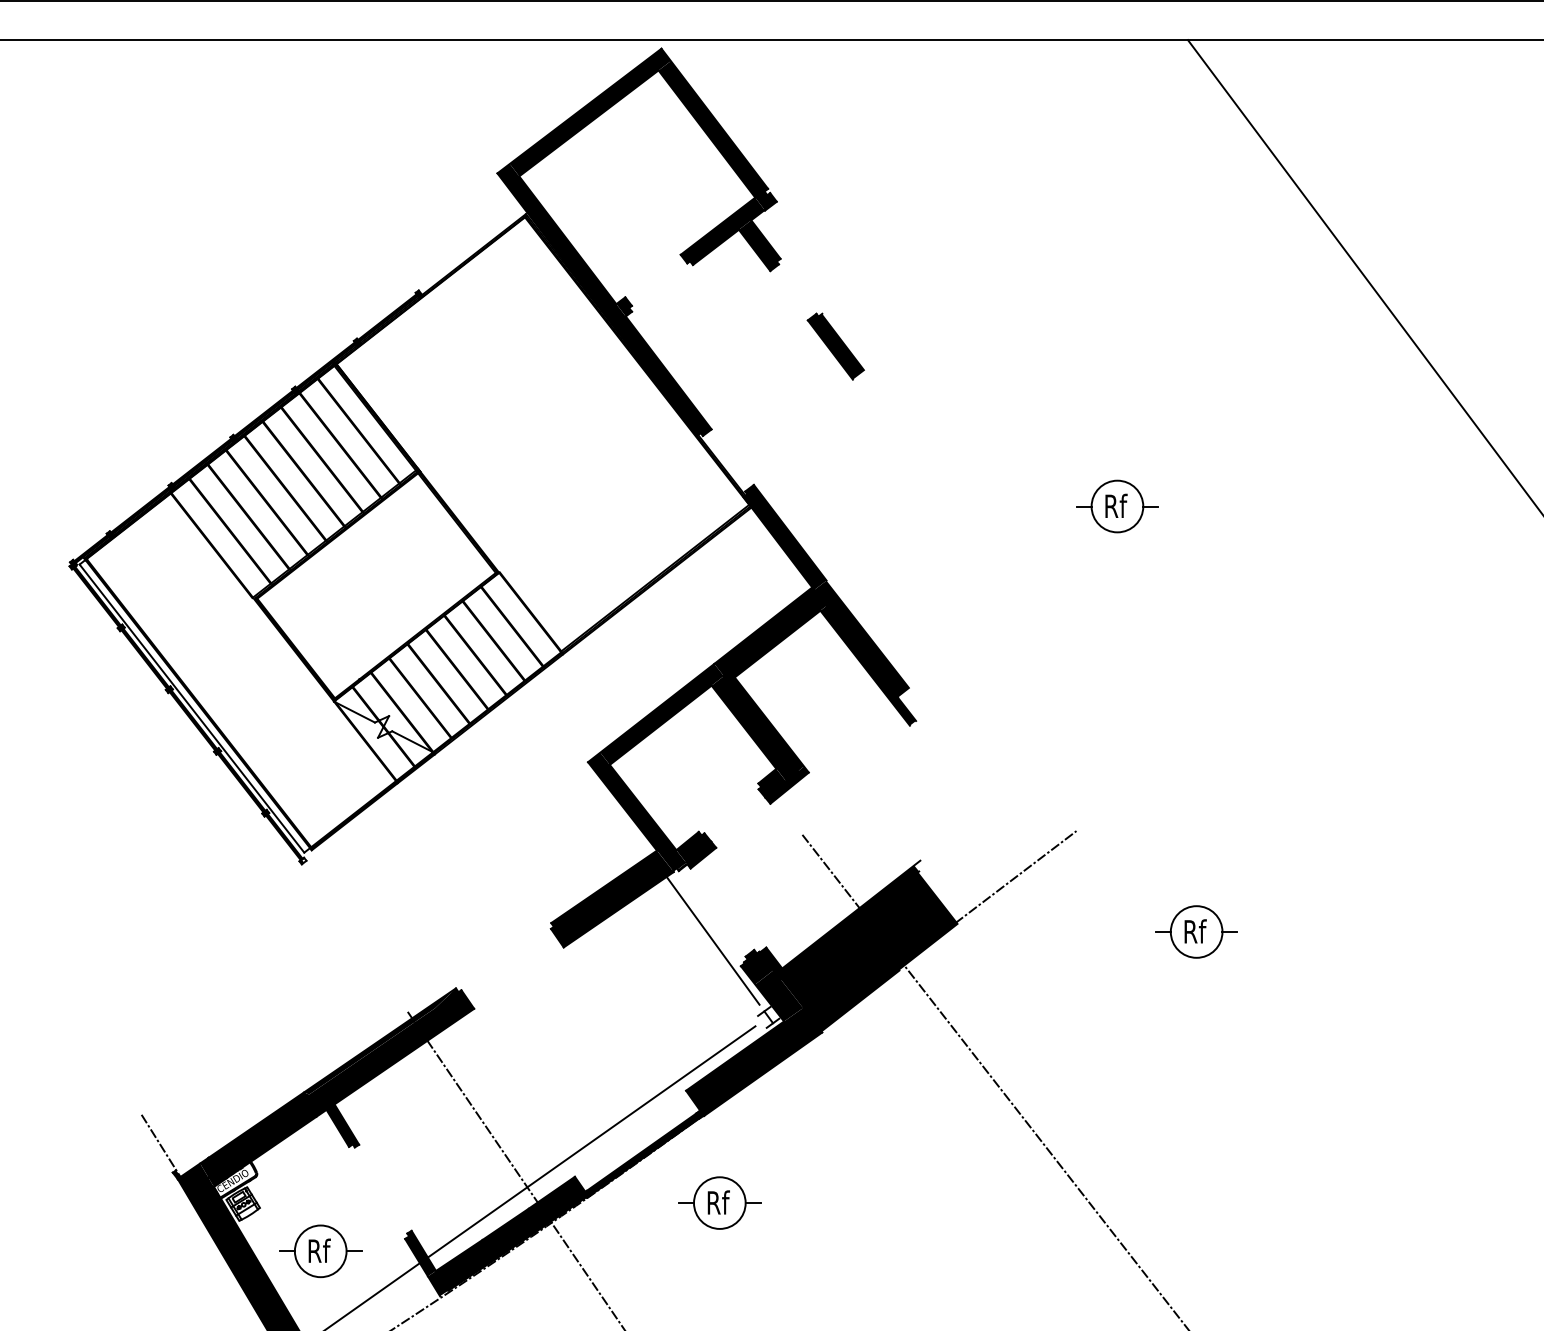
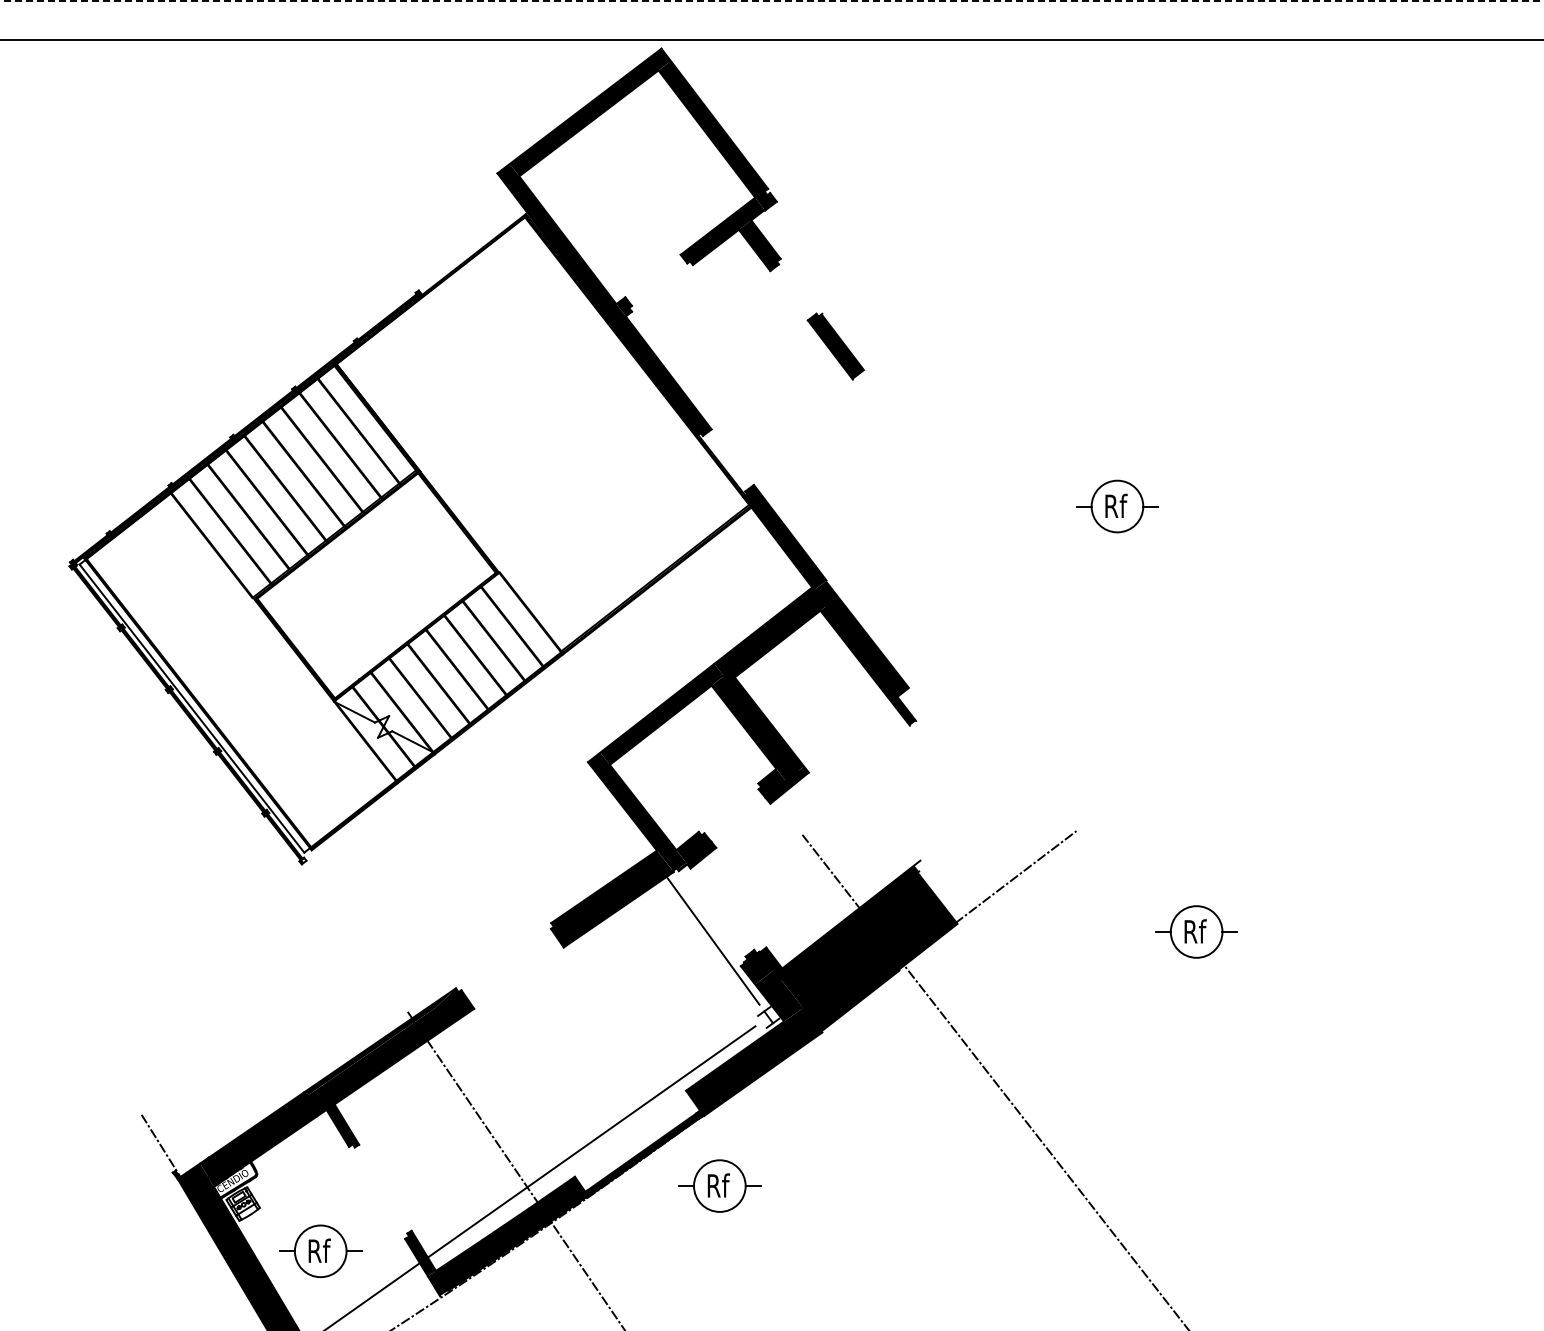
line at (771, 1): solid -> dashed
line at (1363, 276): present -> none
part at (719, 1202) position: (719, 1202) -> (719, 1185)
